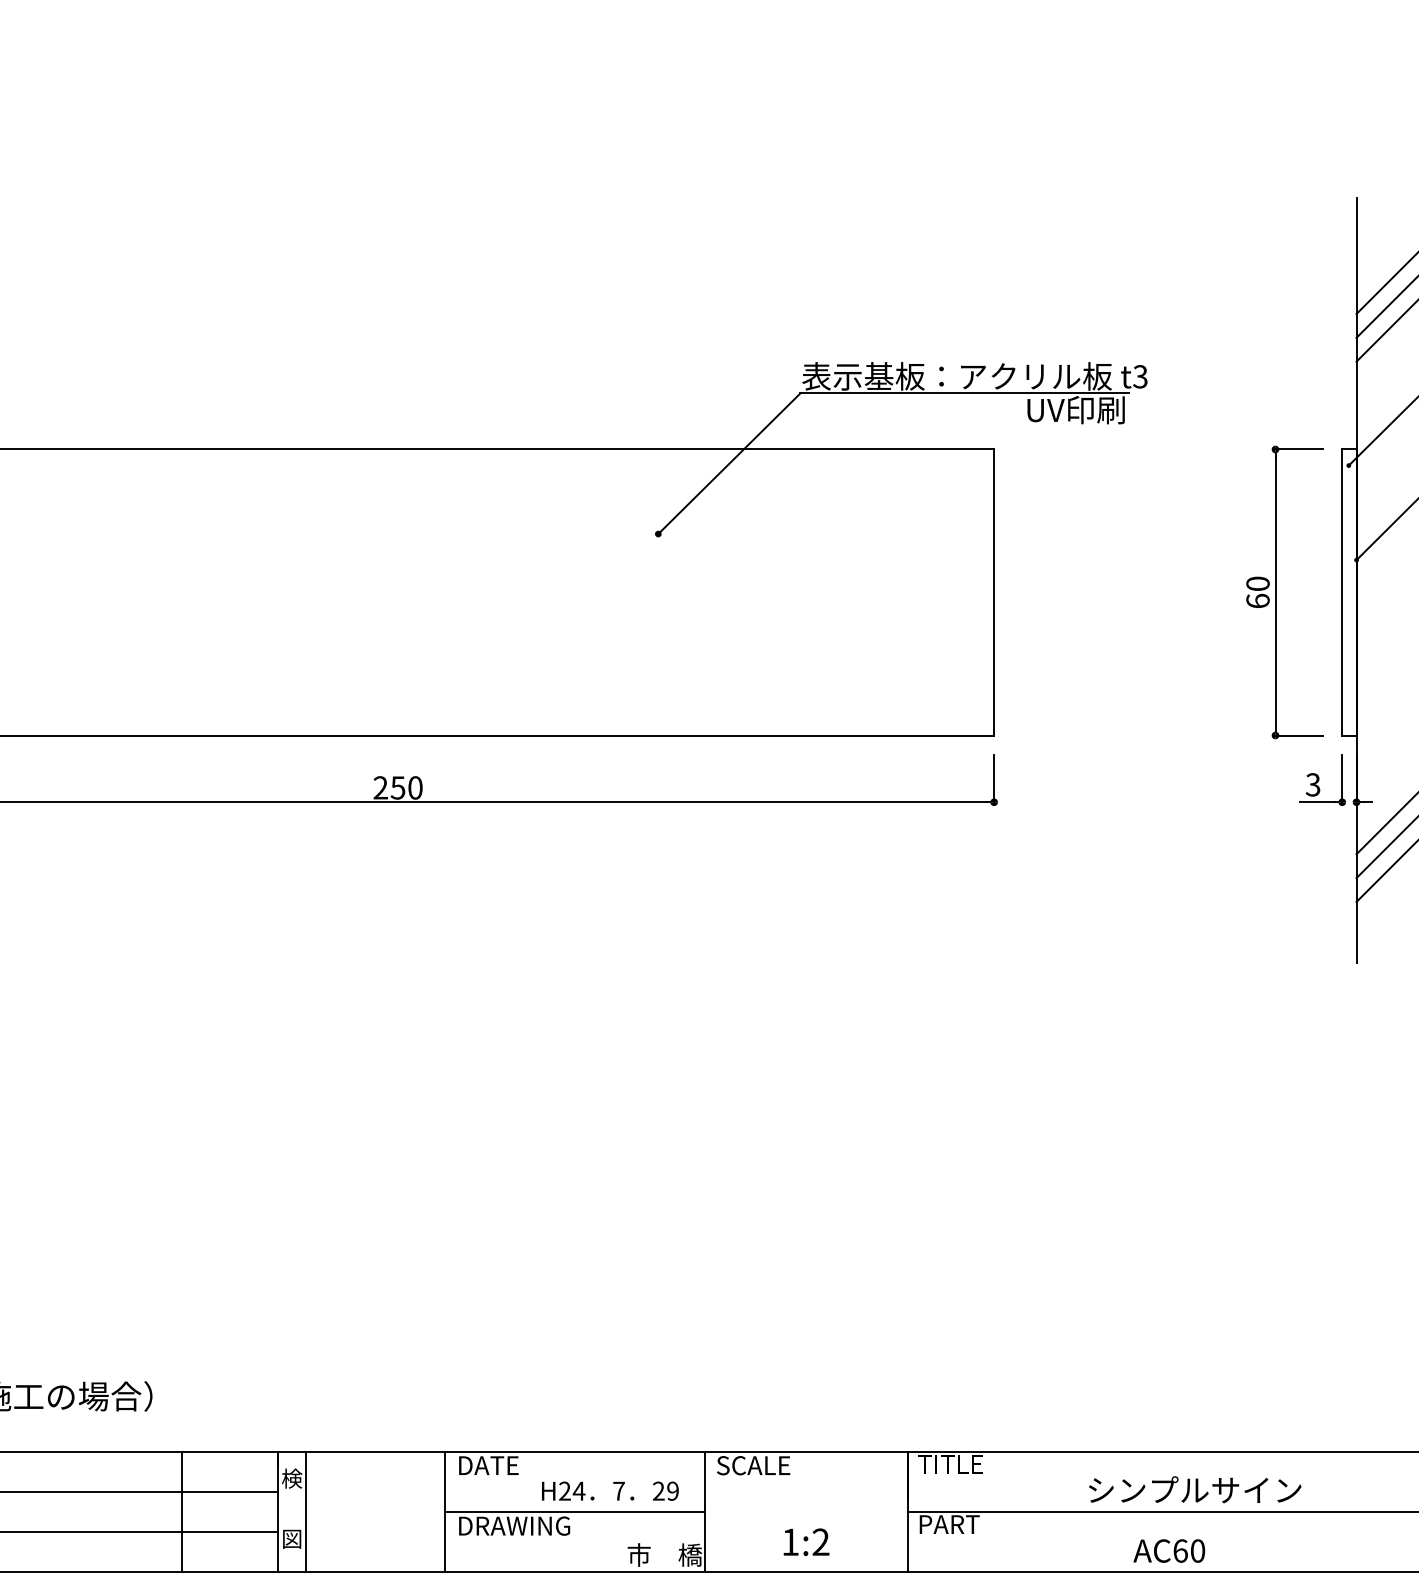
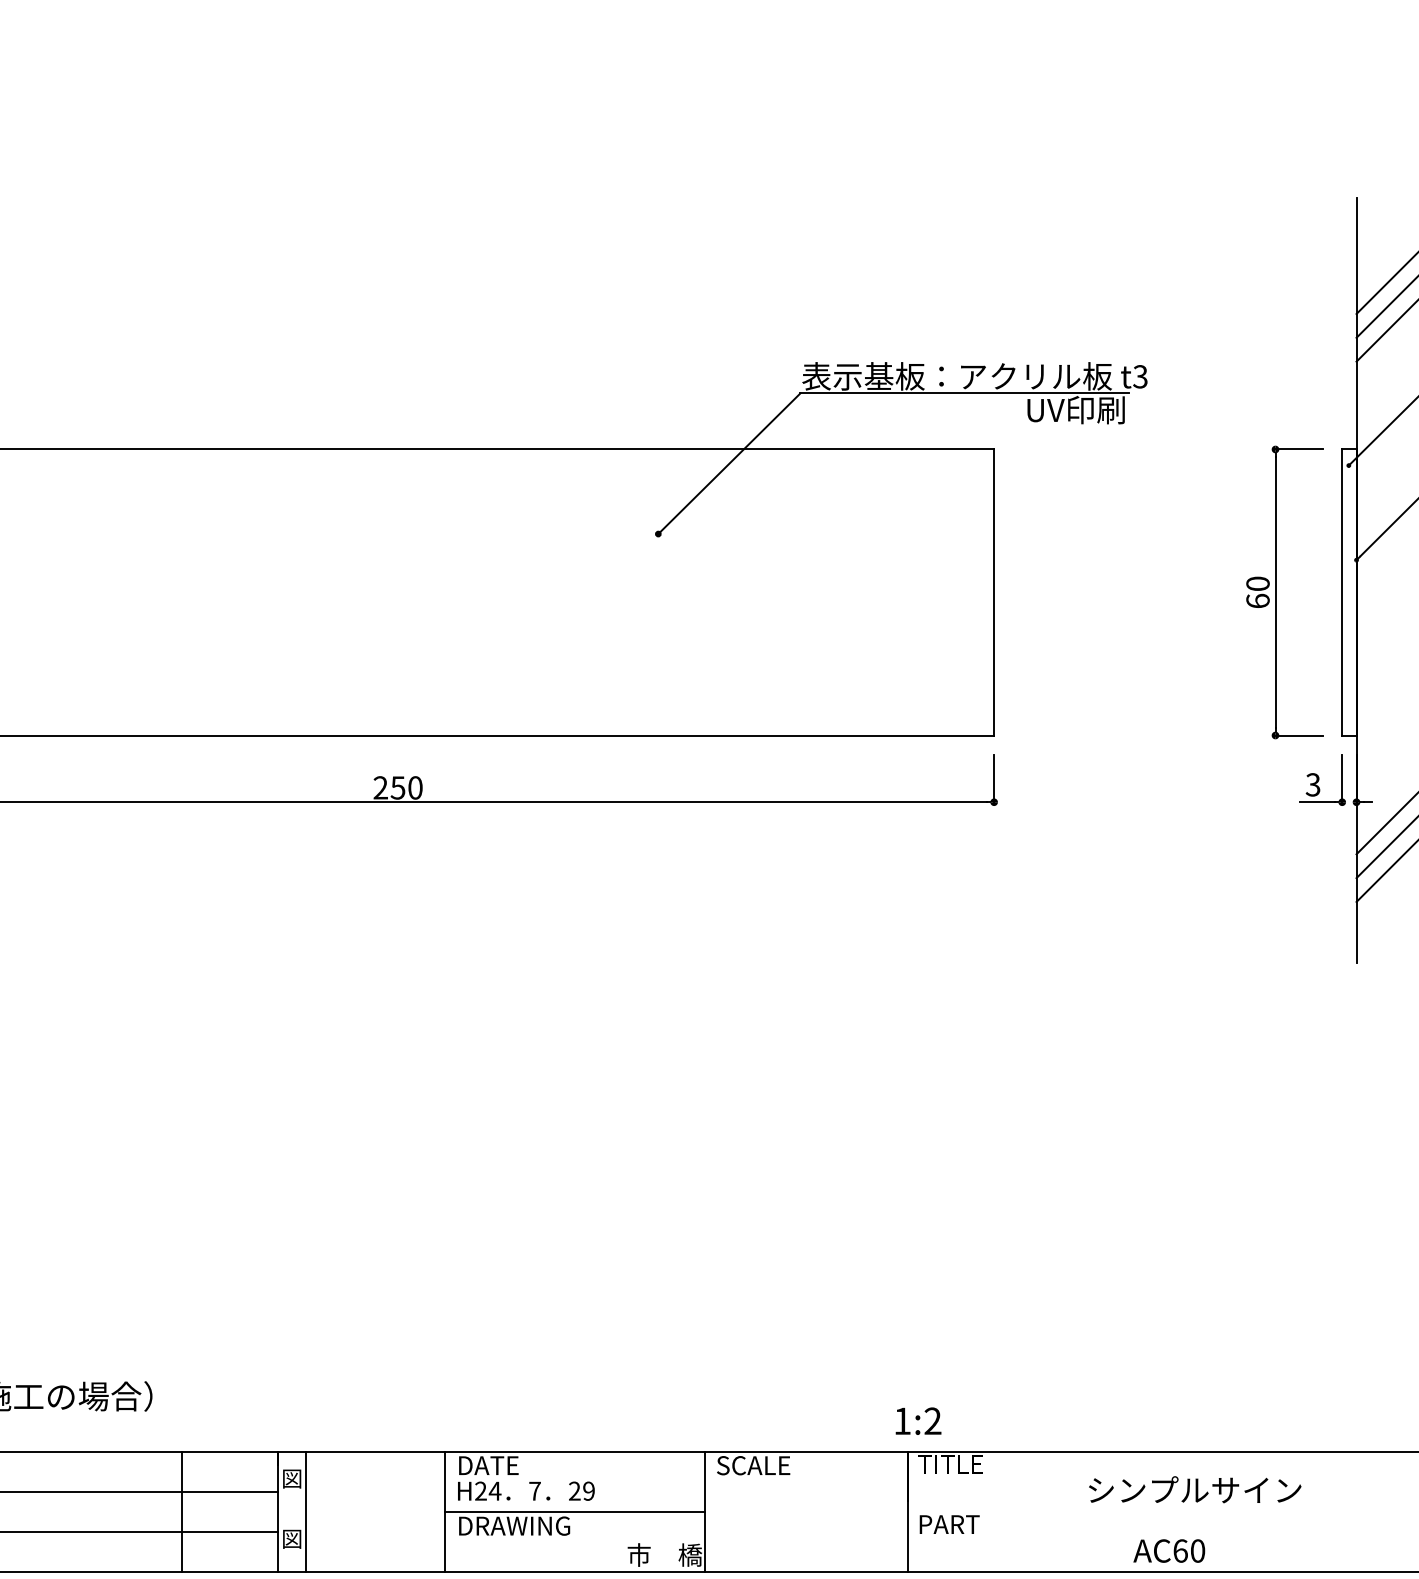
text at (292, 1478): 検 -> 図
text at (610, 1490) position: (610, 1490) -> (526, 1490)
line at (1161, 1511): present -> none
text at (806, 1541) position: (806, 1541) -> (918, 1420)
